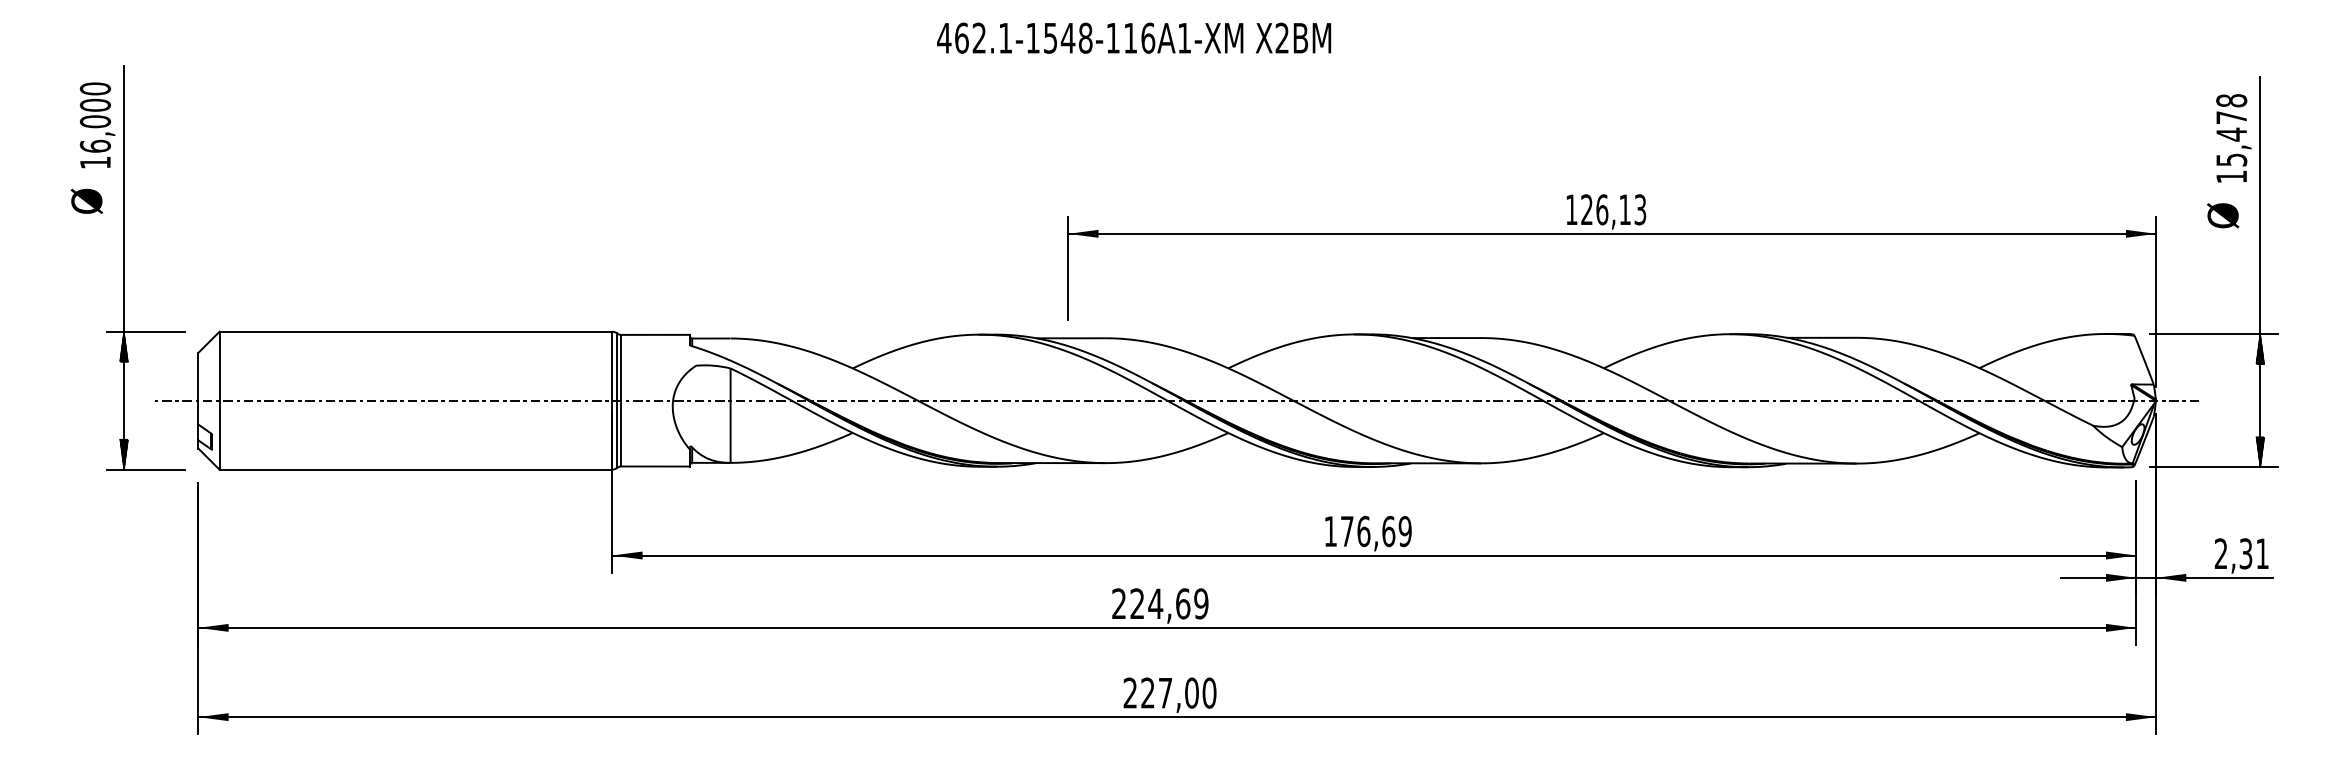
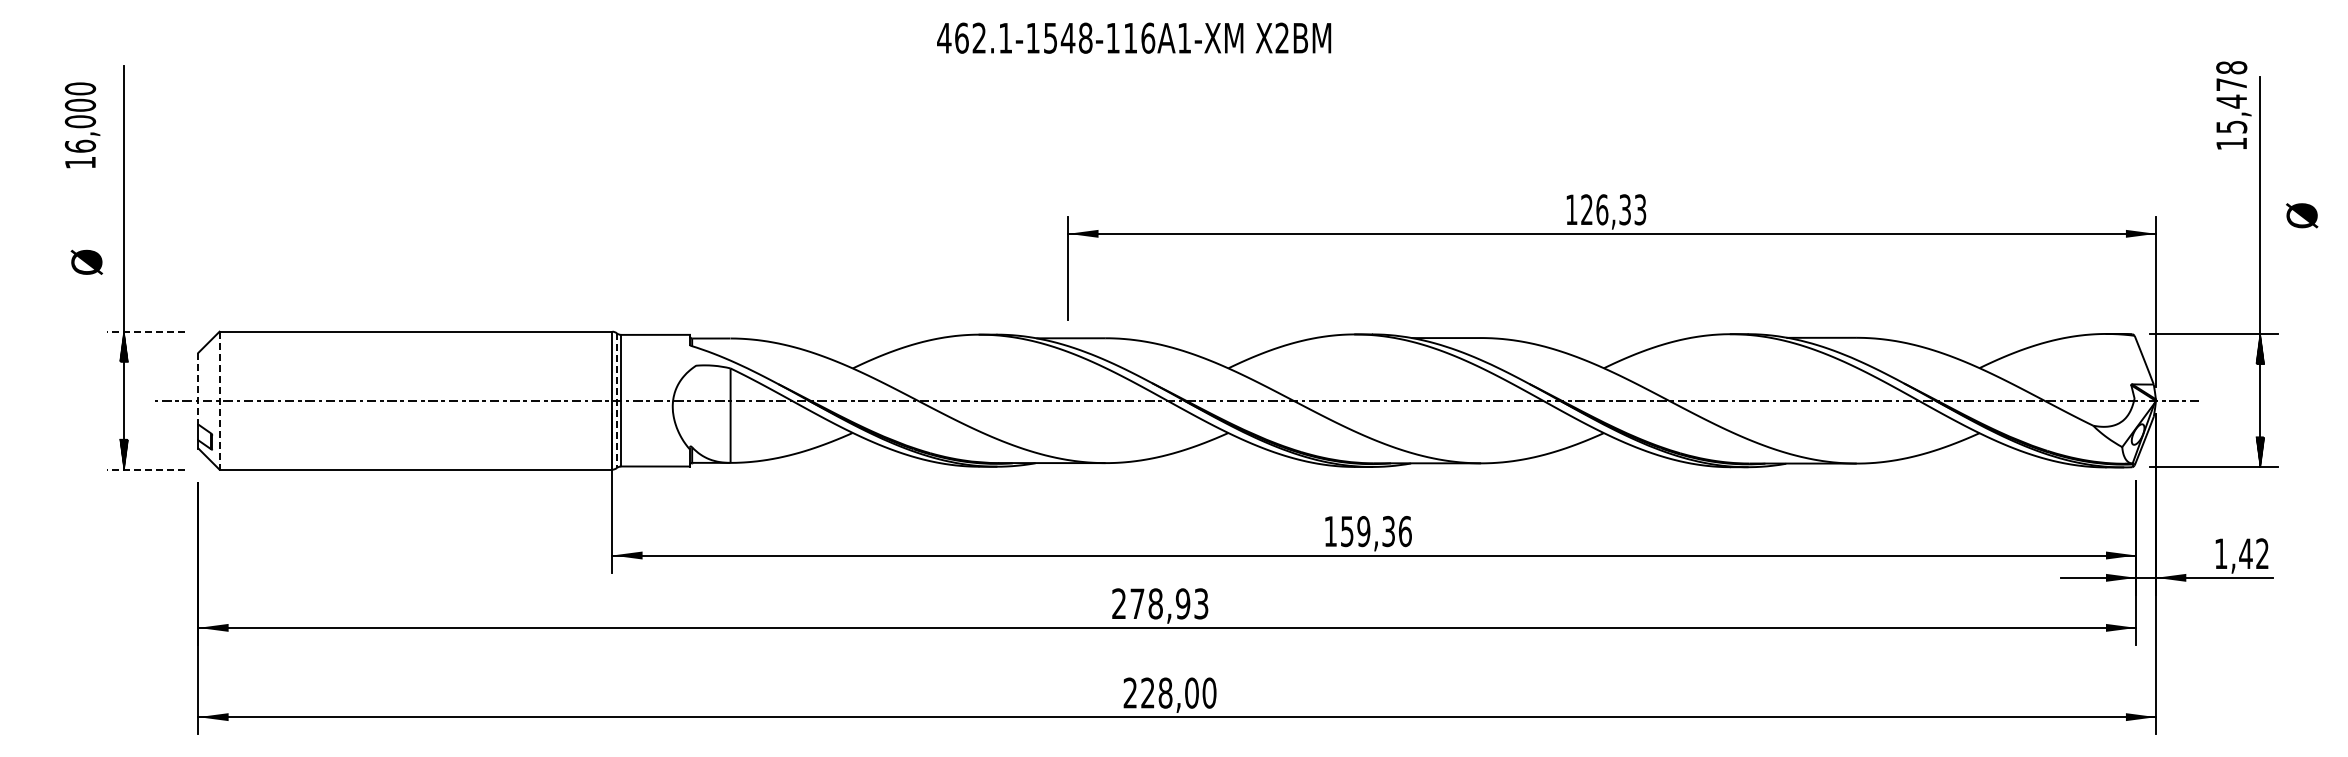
text at (97, 125) position: (97, 125) -> (82, 125)
text at (2233, 138) position: (2233, 138) -> (2233, 105)
text at (86, 200) position: (86, 200) -> (86, 261)
text at (1624, 209): 126,13 -> 126,33
text at (2223, 215) position: (2223, 215) -> (2302, 215)
line at (145, 331): solid -> dashed
line at (198, 388): solid -> dashed
line at (219, 400): solid -> dashed
line at (616, 401): solid -> dashed
line at (145, 469): solid -> dashed
text at (1376, 531): 176,69 -> 159,36
text at (2241, 553): 2,31 -> 1,42
text at (1169, 603): 224,69 -> 278,93
text at (1165, 692): 227,00 -> 228,00
